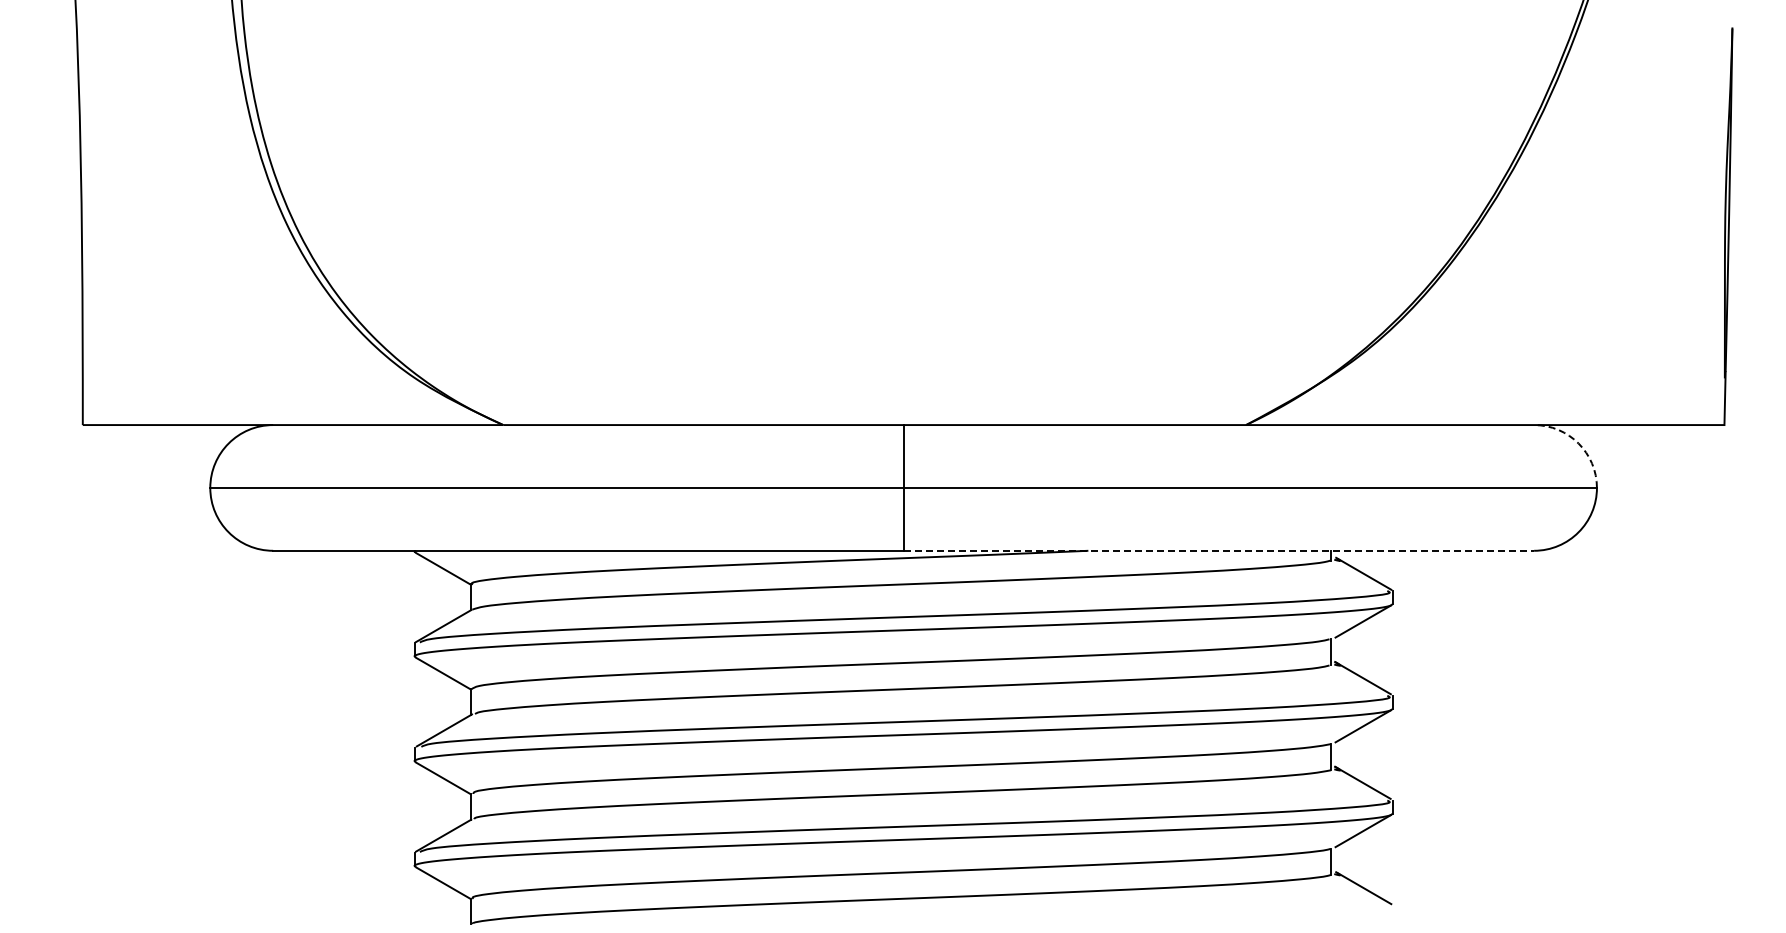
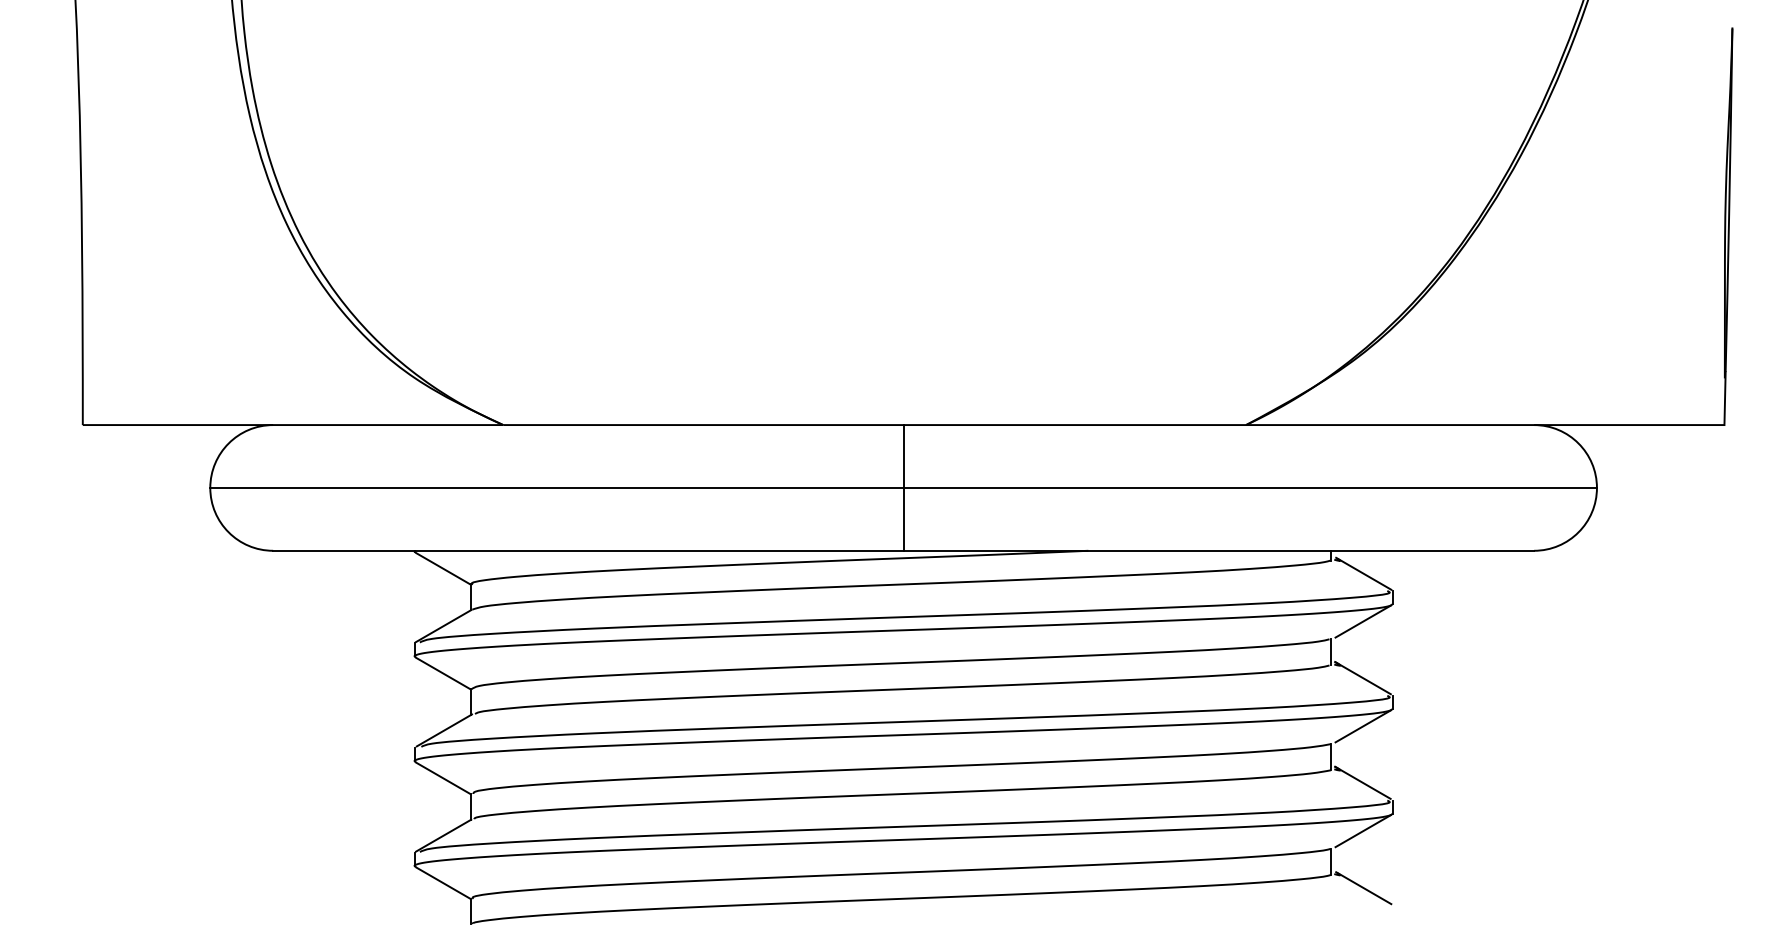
arc at (1578, 443): dashed -> solid
line at (1219, 550): dashed -> solid
